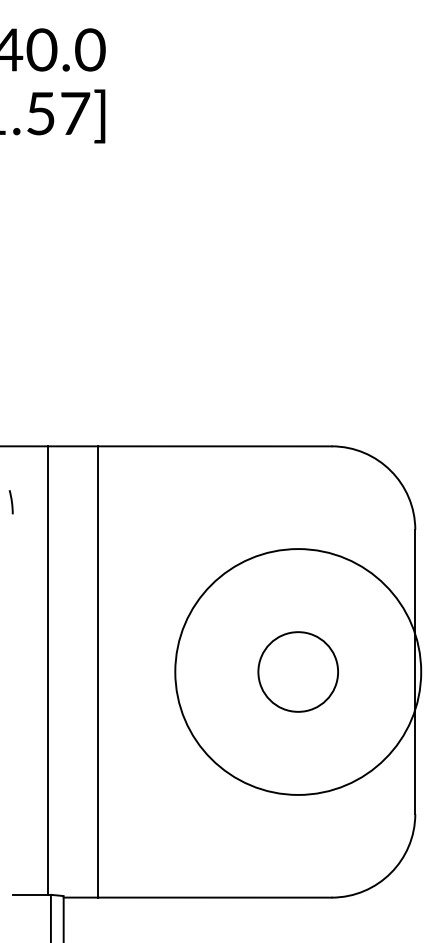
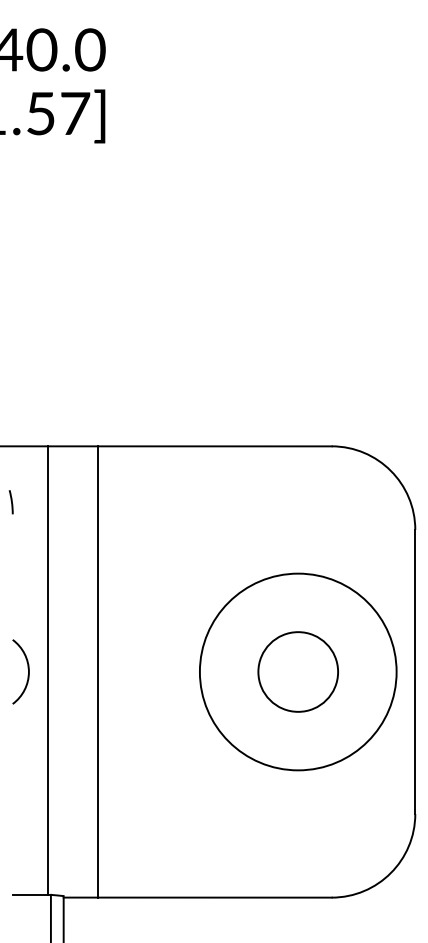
arc at (27, 668): none -> present
circle at (298, 671) diameter: 246 px -> 197 px
